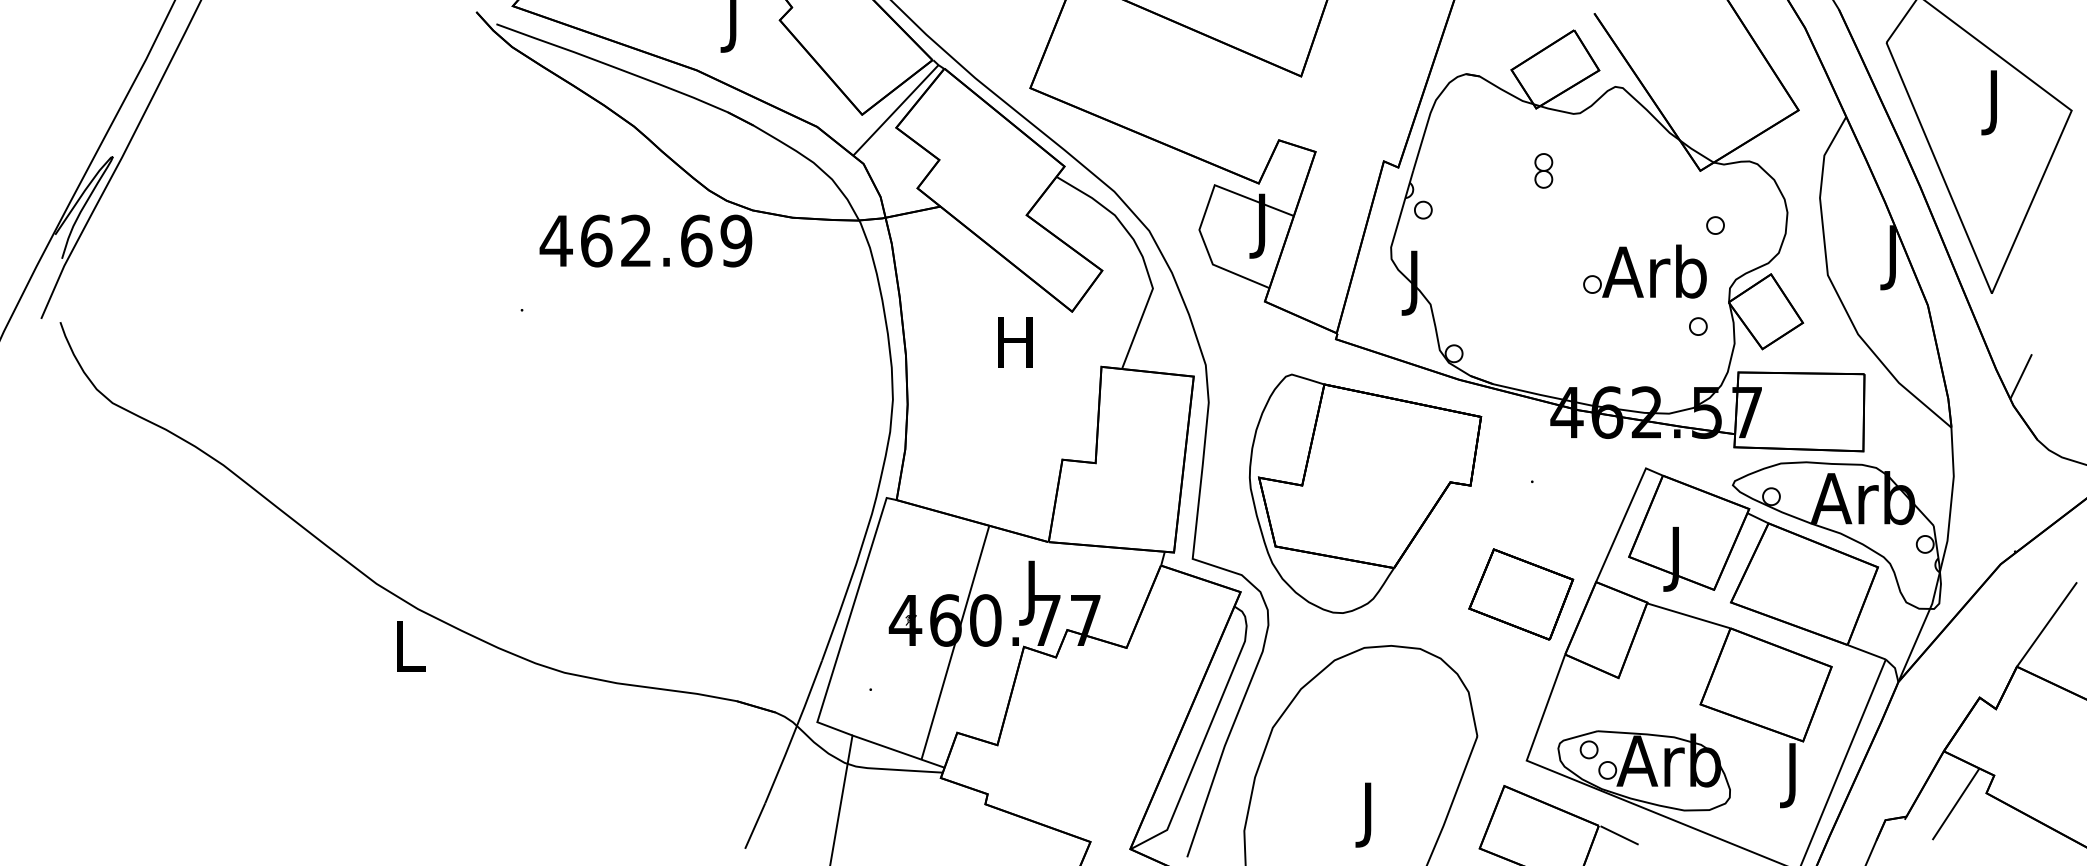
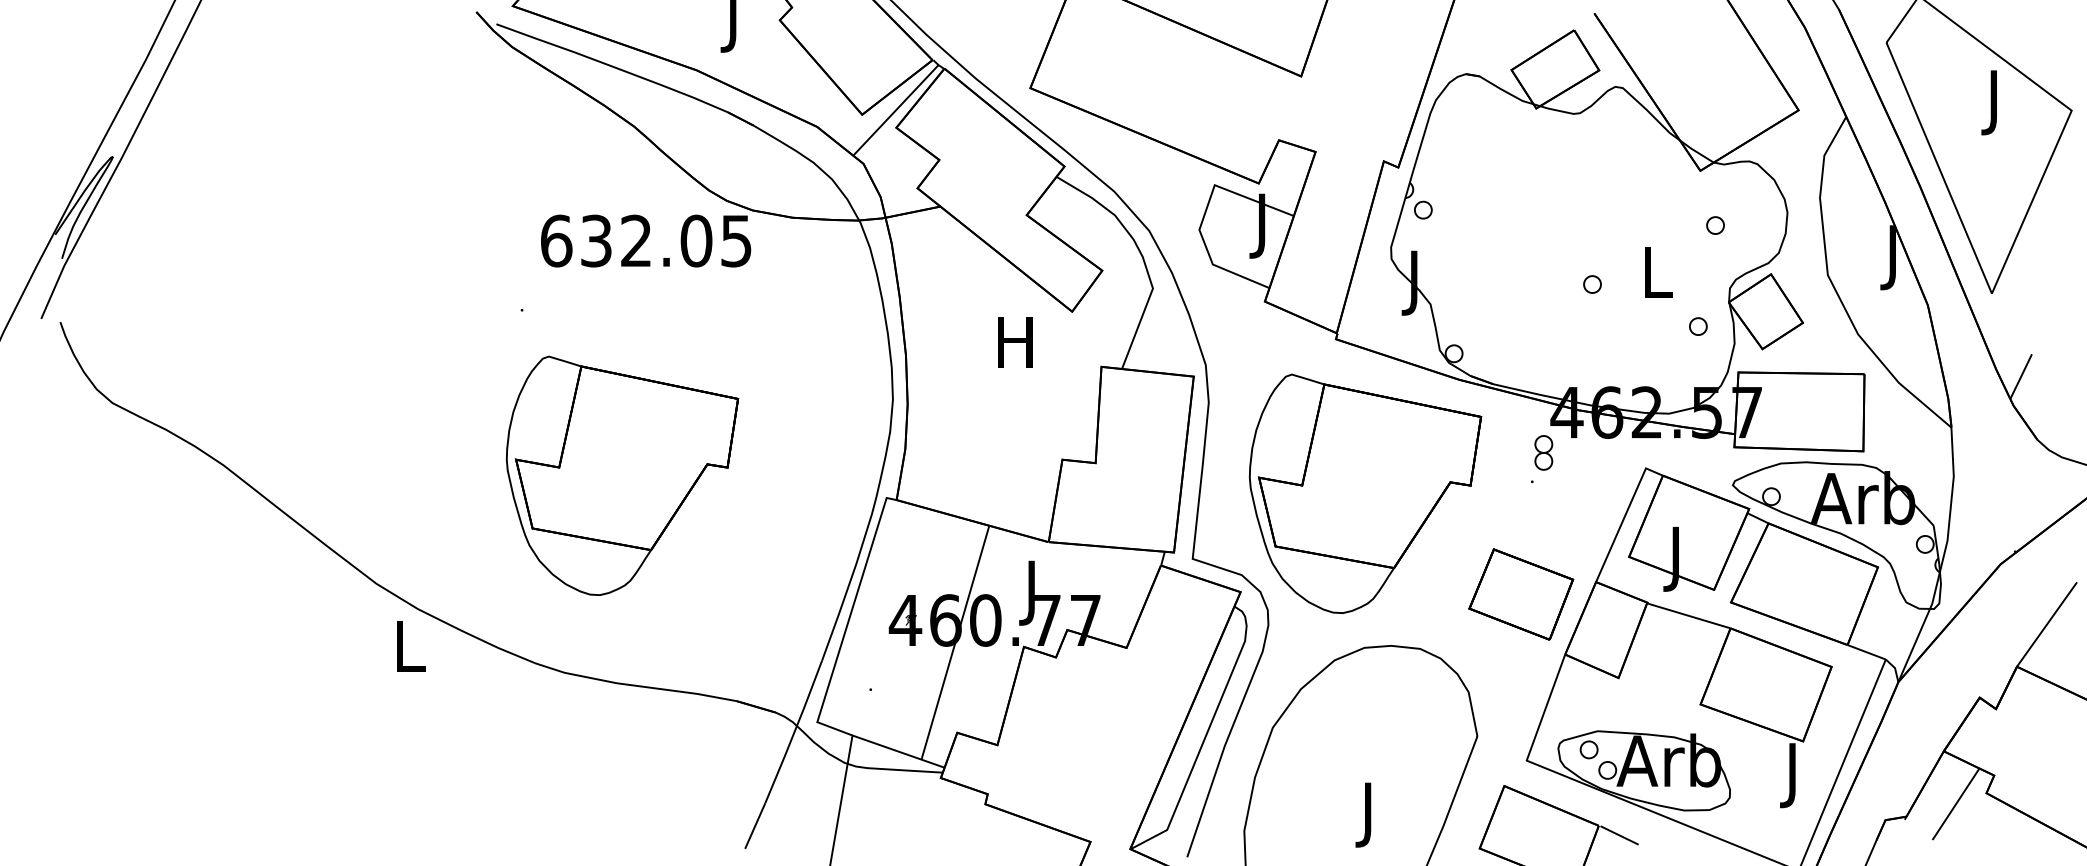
part at (1543, 170) position: (1543, 170) -> (1543, 452)
text at (645, 240): 462.69 -> 632.05
text at (1654, 271): Arb -> L
part at (622, 475): none -> present
